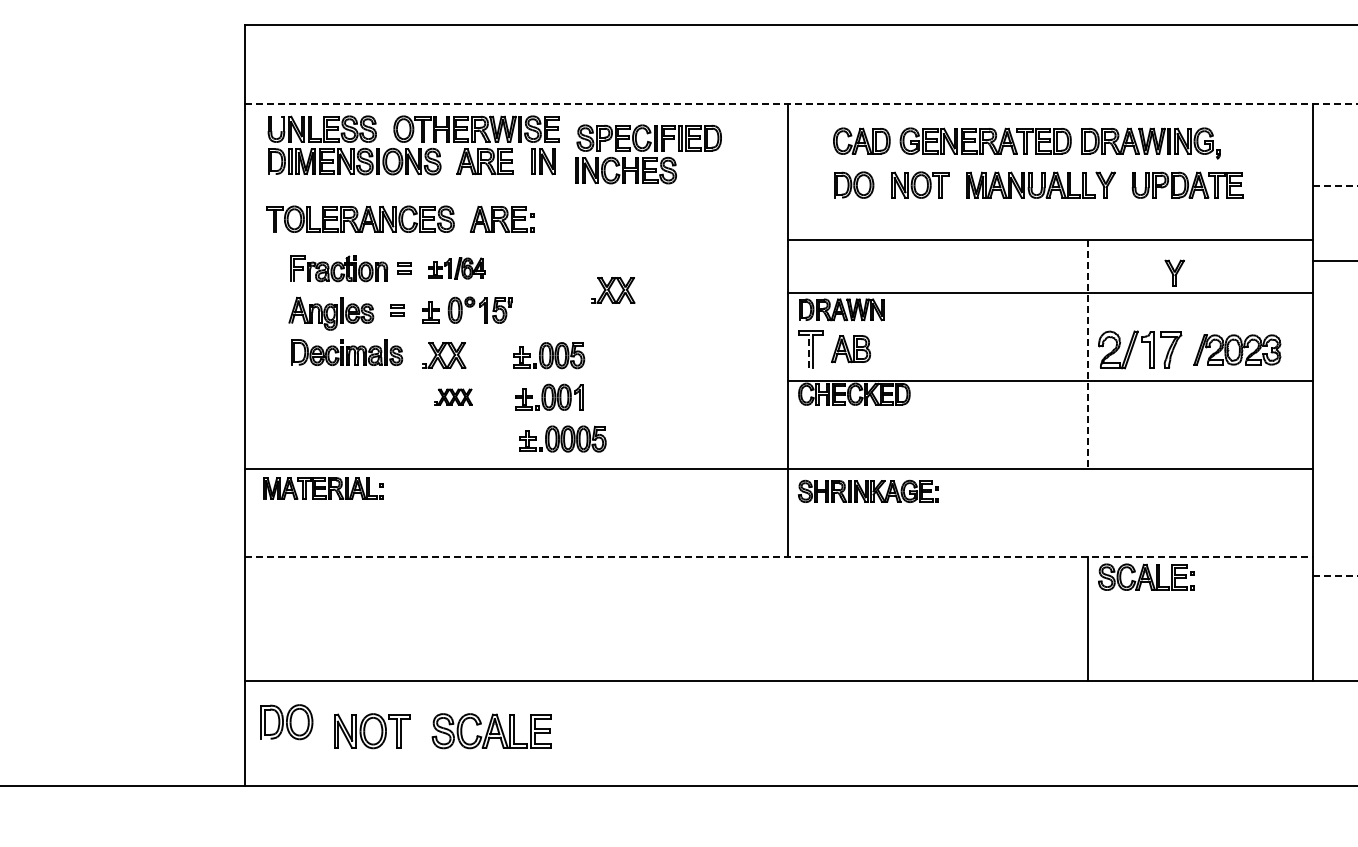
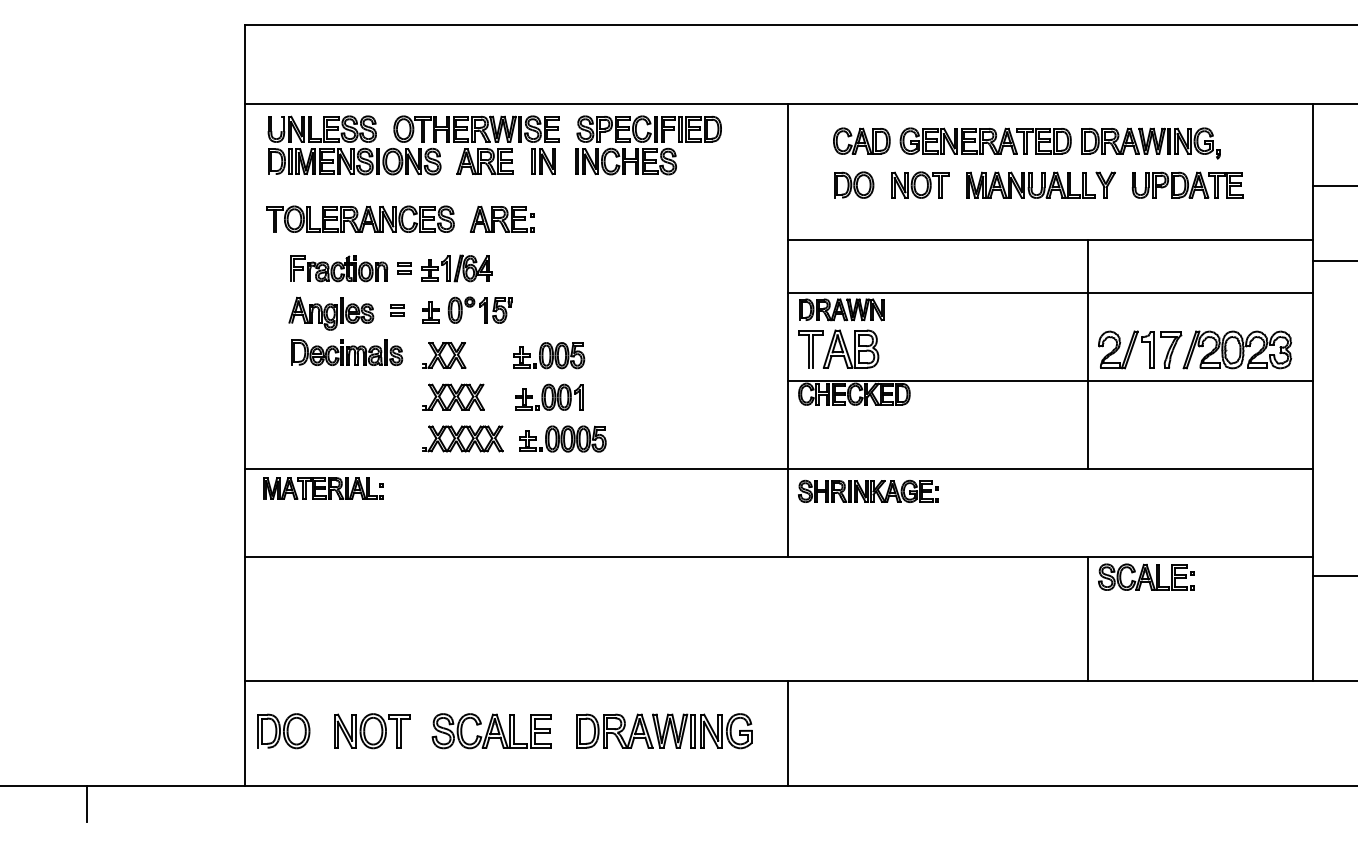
line at (801, 104): dashed -> solid
part at (648, 154) position: (648, 154) -> (648, 145)
line at (1335, 186): dashed -> solid
part at (456, 268) size: 58x23 px -> 72x29 px
part at (1174, 272): present -> none
part at (613, 290): present -> none
part at (850, 349) size: 40x29 px -> 58x40 px
part at (1237, 349) size: 89x32 px -> 111x40 px
line at (808, 350): dashed -> solid
line at (1087, 355): dashed -> solid
part at (453, 396) size: 39x18 px -> 63x28 px
part at (462, 438): none -> present
line at (779, 556): dashed -> solid
line at (1335, 576): dashed -> solid
part at (286, 722) position: (286, 722) -> (283, 731)
part at (664, 731): none -> present
line at (788, 733): none -> present
line at (87, 803): none -> present
